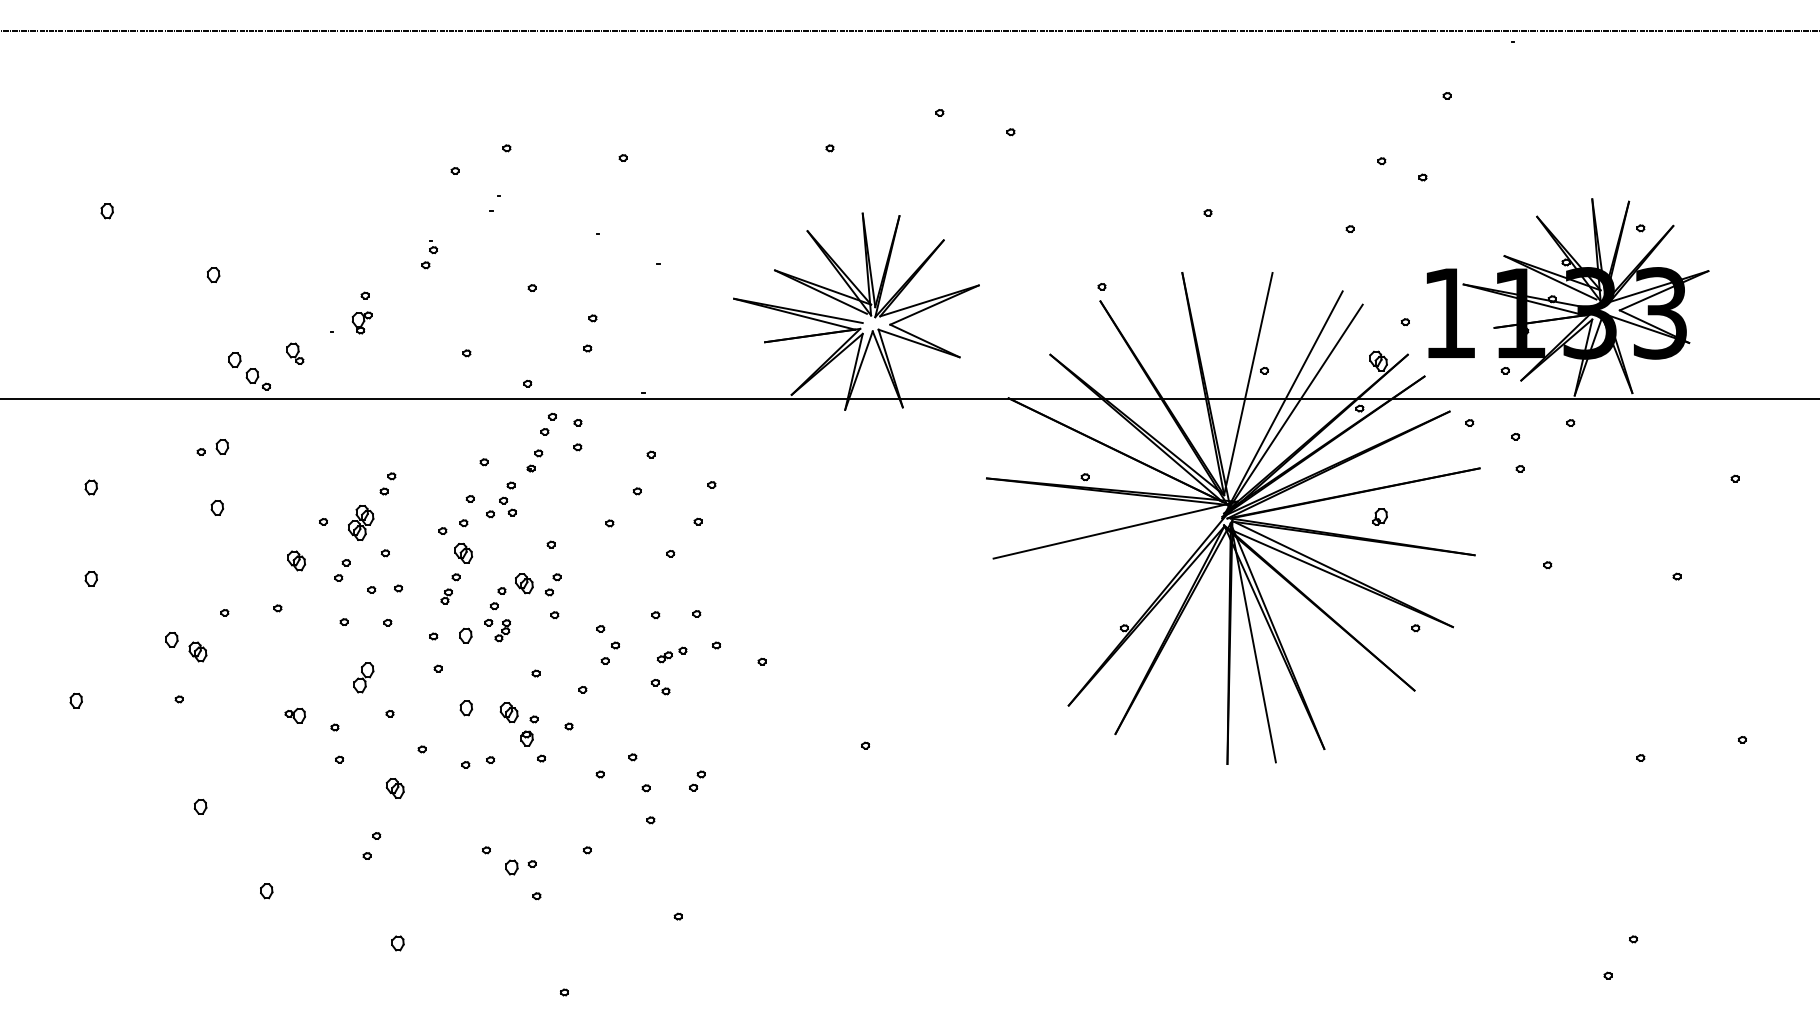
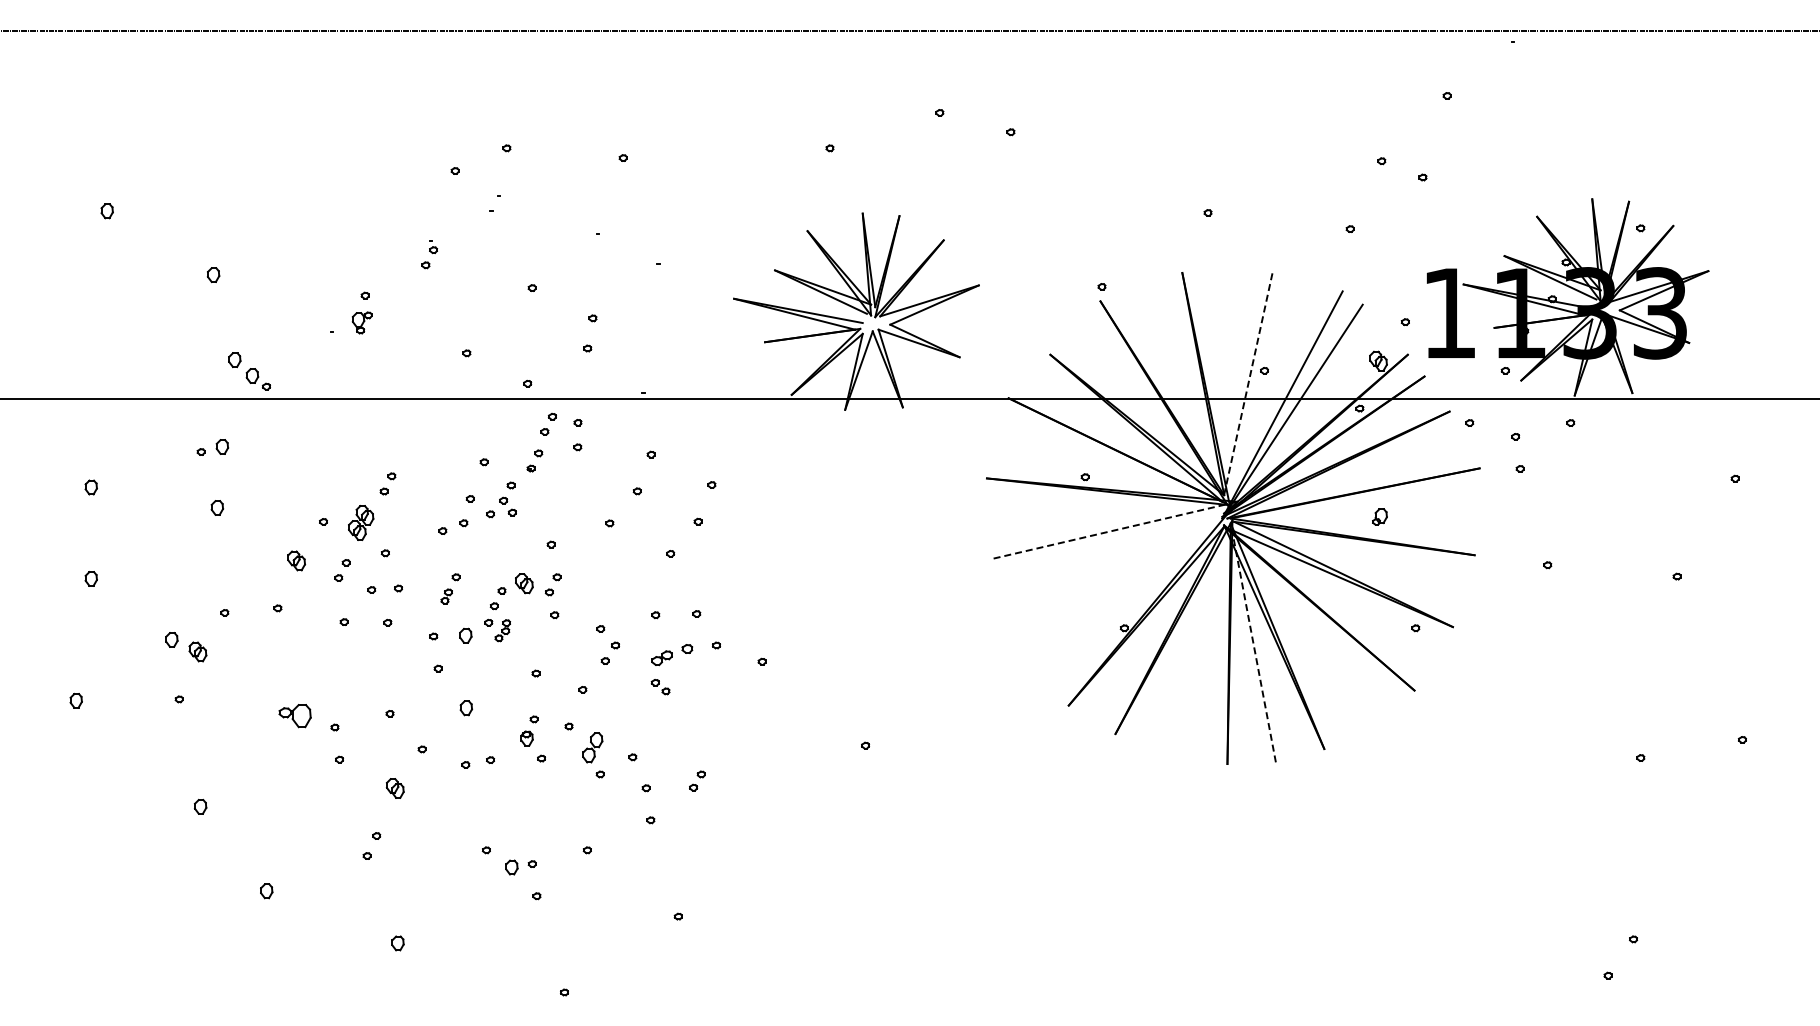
part at (295, 353): present -> none
line at (1248, 384): solid -> dashed
line at (1116, 530): solid -> dashed
part at (463, 552): present -> none
line at (1253, 642): solid -> dashed
part at (671, 654) size: 32x18 px -> 43x23 px
part at (363, 677) position: (363, 677) -> (592, 747)
part at (508, 712): present -> none
part at (295, 715) size: 23x17 px -> 34x25 px
